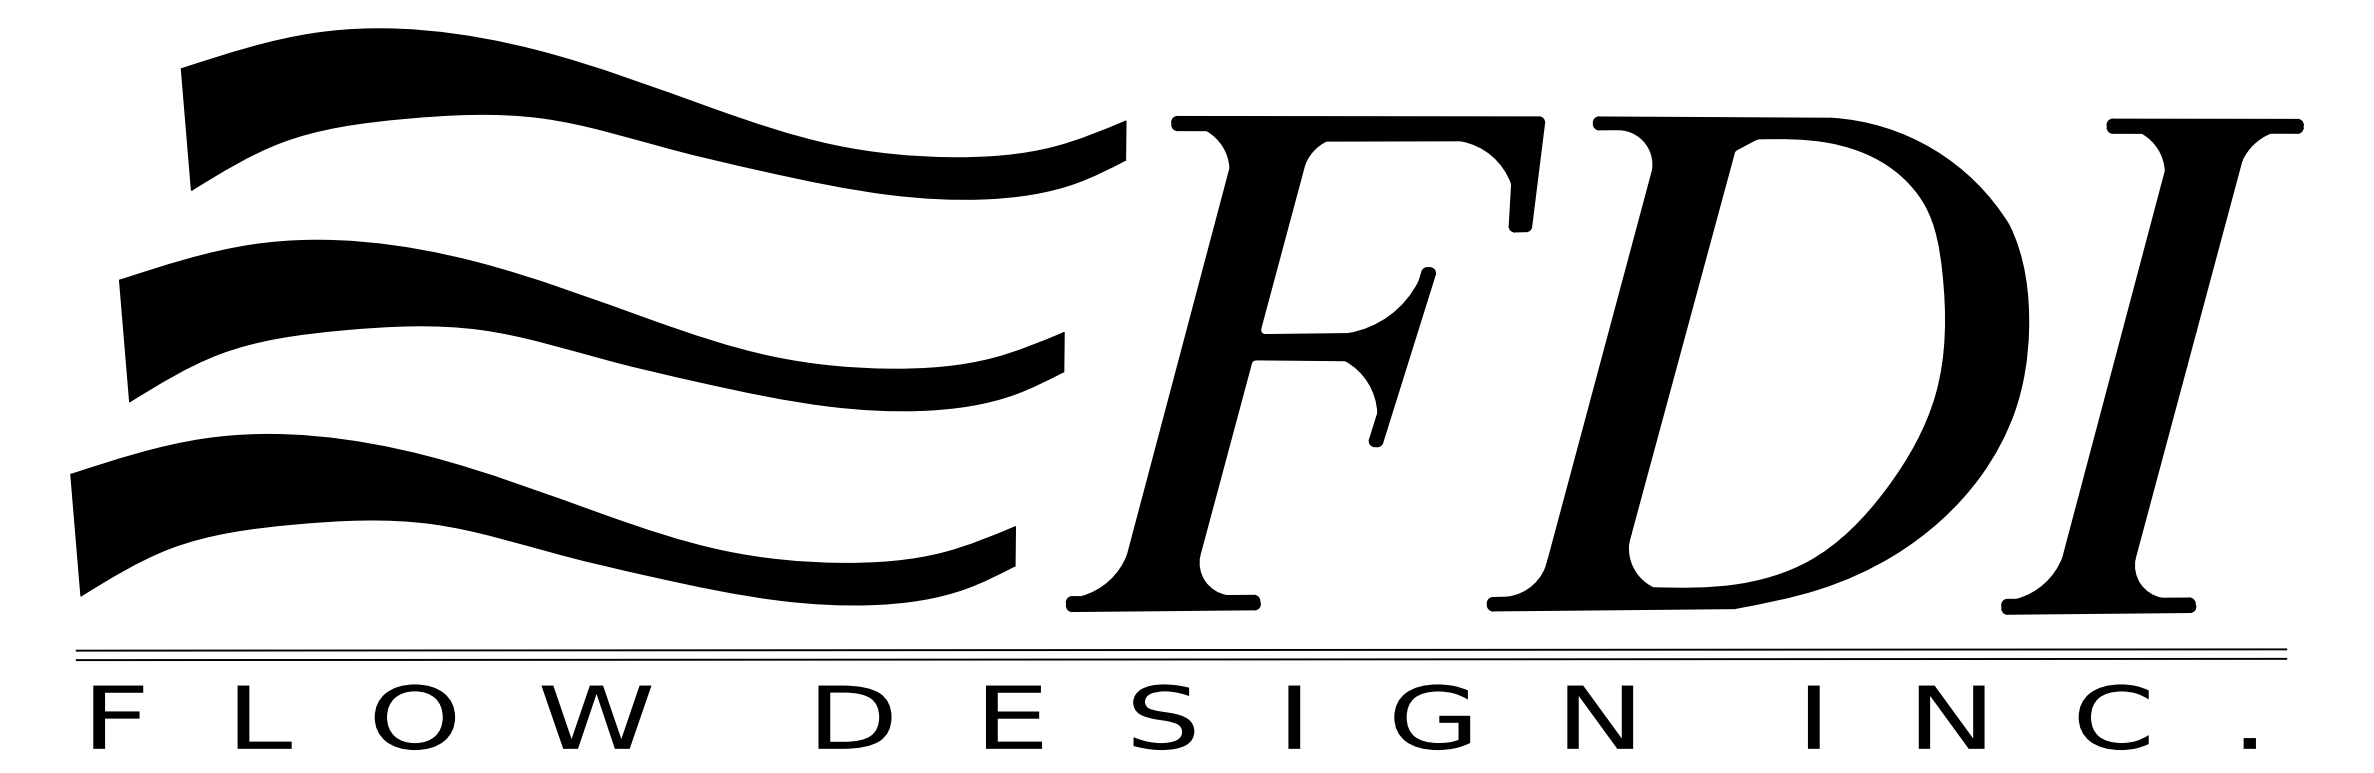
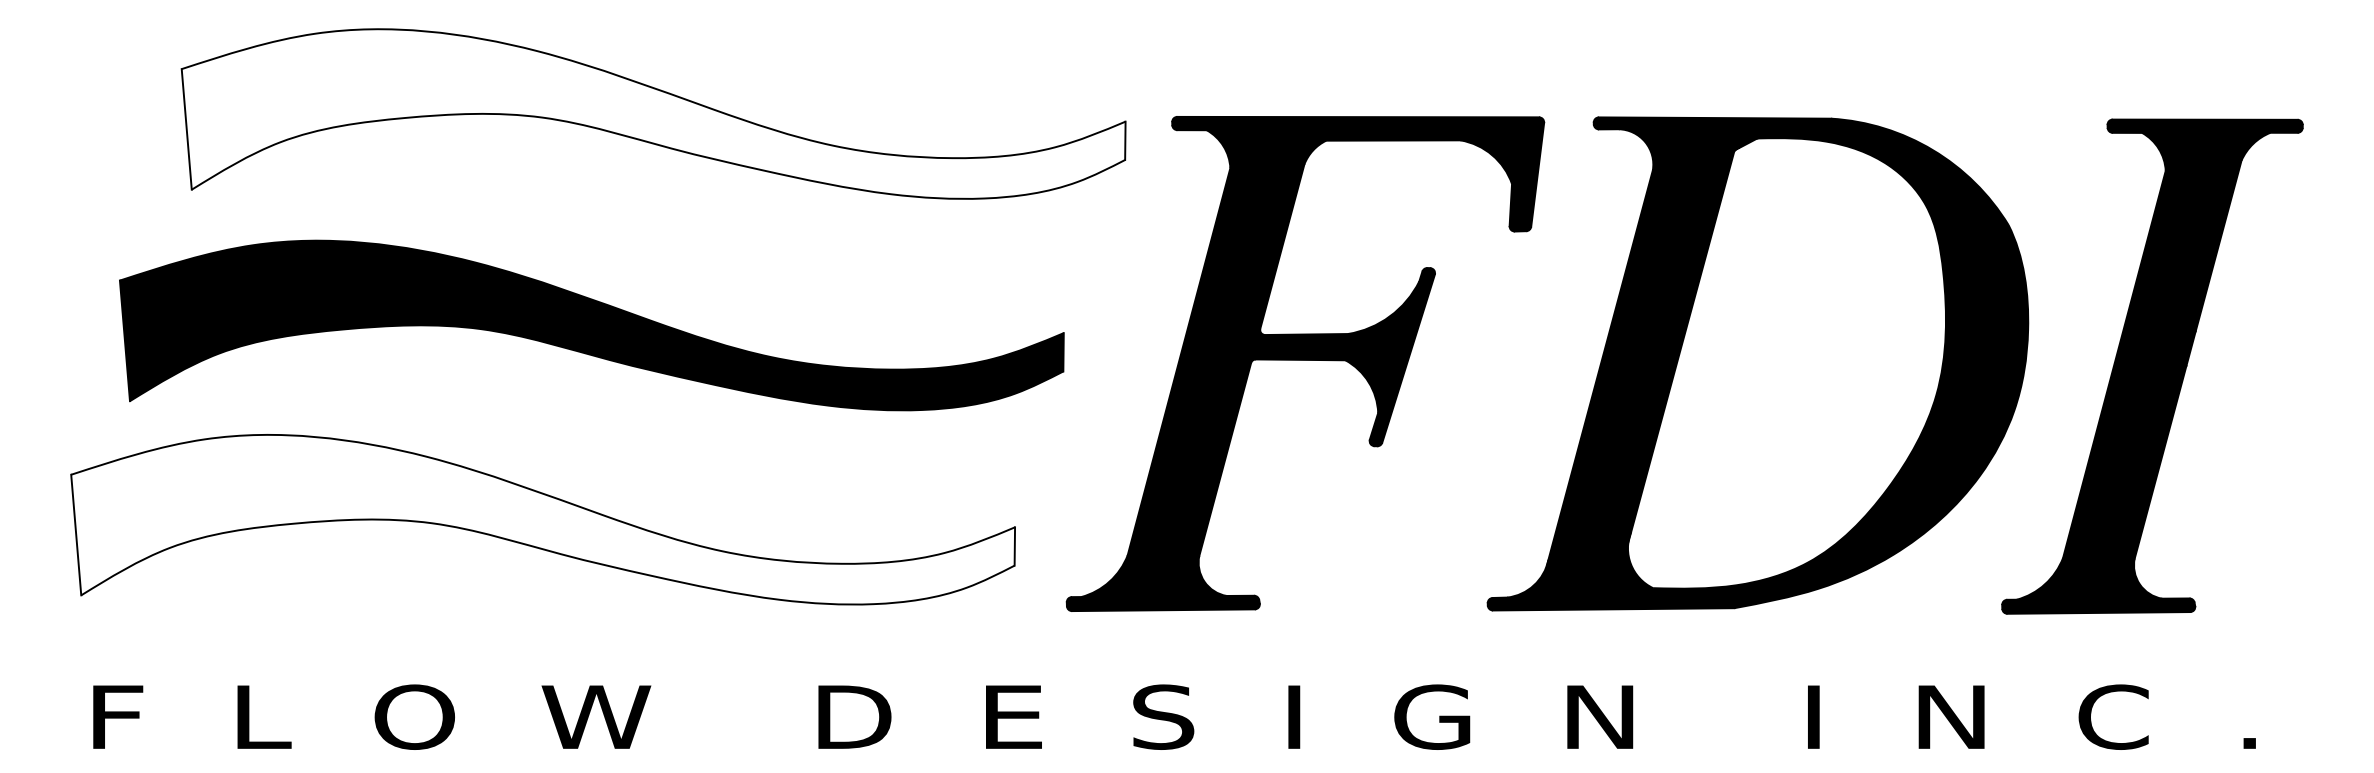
fill at (653, 113): present -> none
fill at (543, 519): present -> none
line at (1181, 649): present -> none
line at (1181, 659): present -> none
